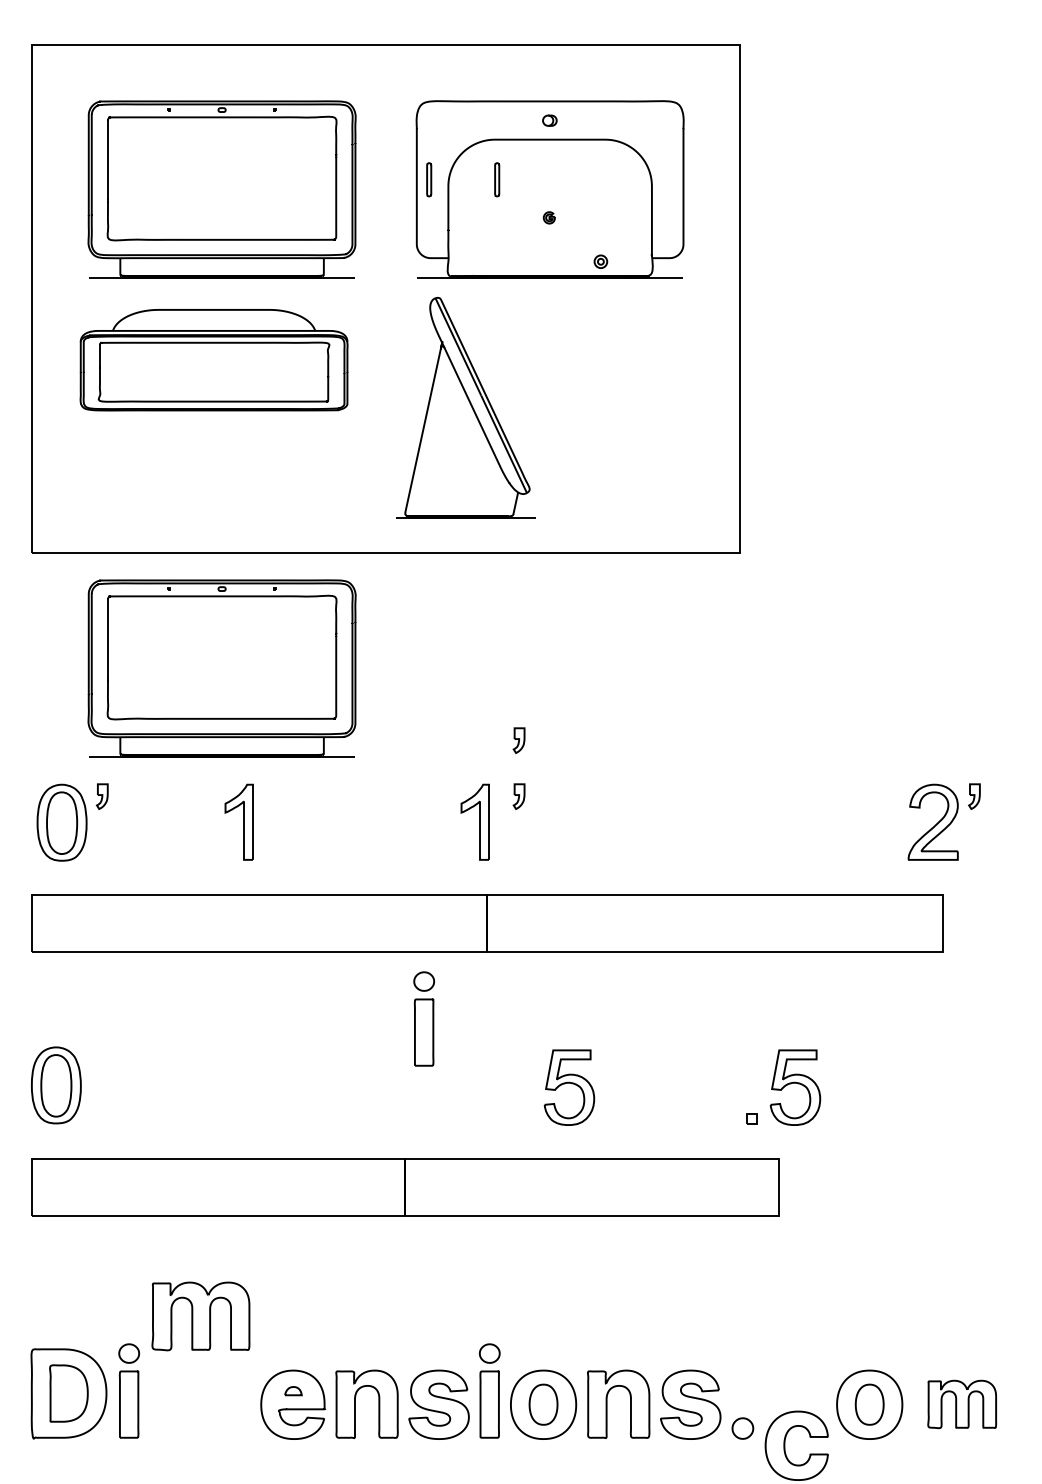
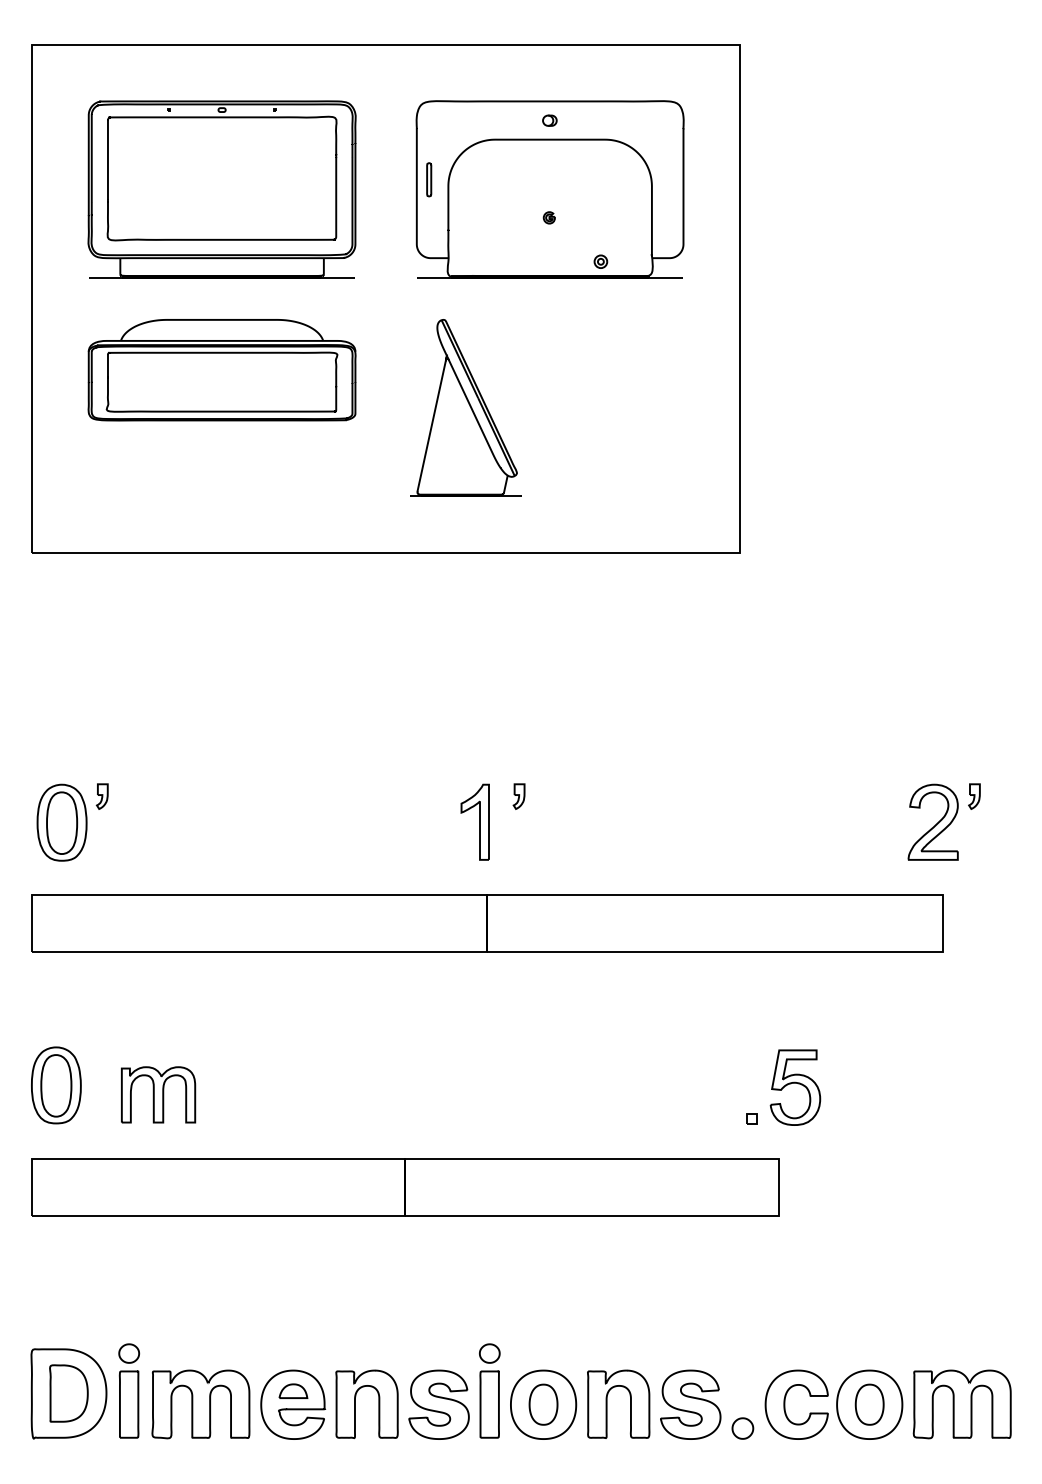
part at (497, 179): present -> none
part at (213, 360) position: (213, 360) -> (221, 370)
part at (465, 407) size: 140x222 px -> 112x178 px
part at (221, 668): present -> none
part at (518, 740): present -> none
part at (238, 821): present -> none
part at (424, 1018): present -> none
part at (569, 1087): present -> none
part at (158, 1094): none -> present
part at (200, 1316) position: (200, 1316) -> (200, 1404)
part at (293, 1391) size: 19x11 px -> 31x16 px
part at (962, 1404) size: 71x51 px -> 100x71 px
part at (785, 1445) position: (785, 1445) -> (785, 1404)
